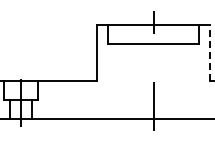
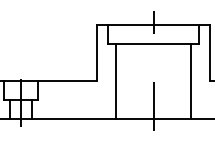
line at (210, 52): dashed -> solid
line at (115, 81): none -> present
line at (191, 81): none -> present
